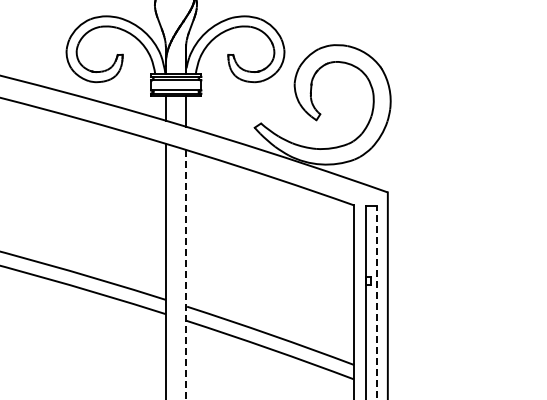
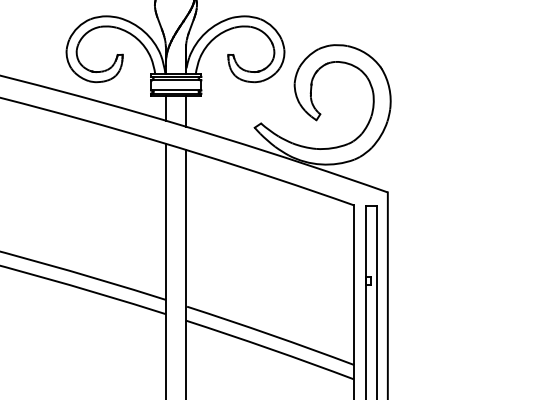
line at (185, 274): dashed -> solid
line at (376, 302): dashed -> solid
